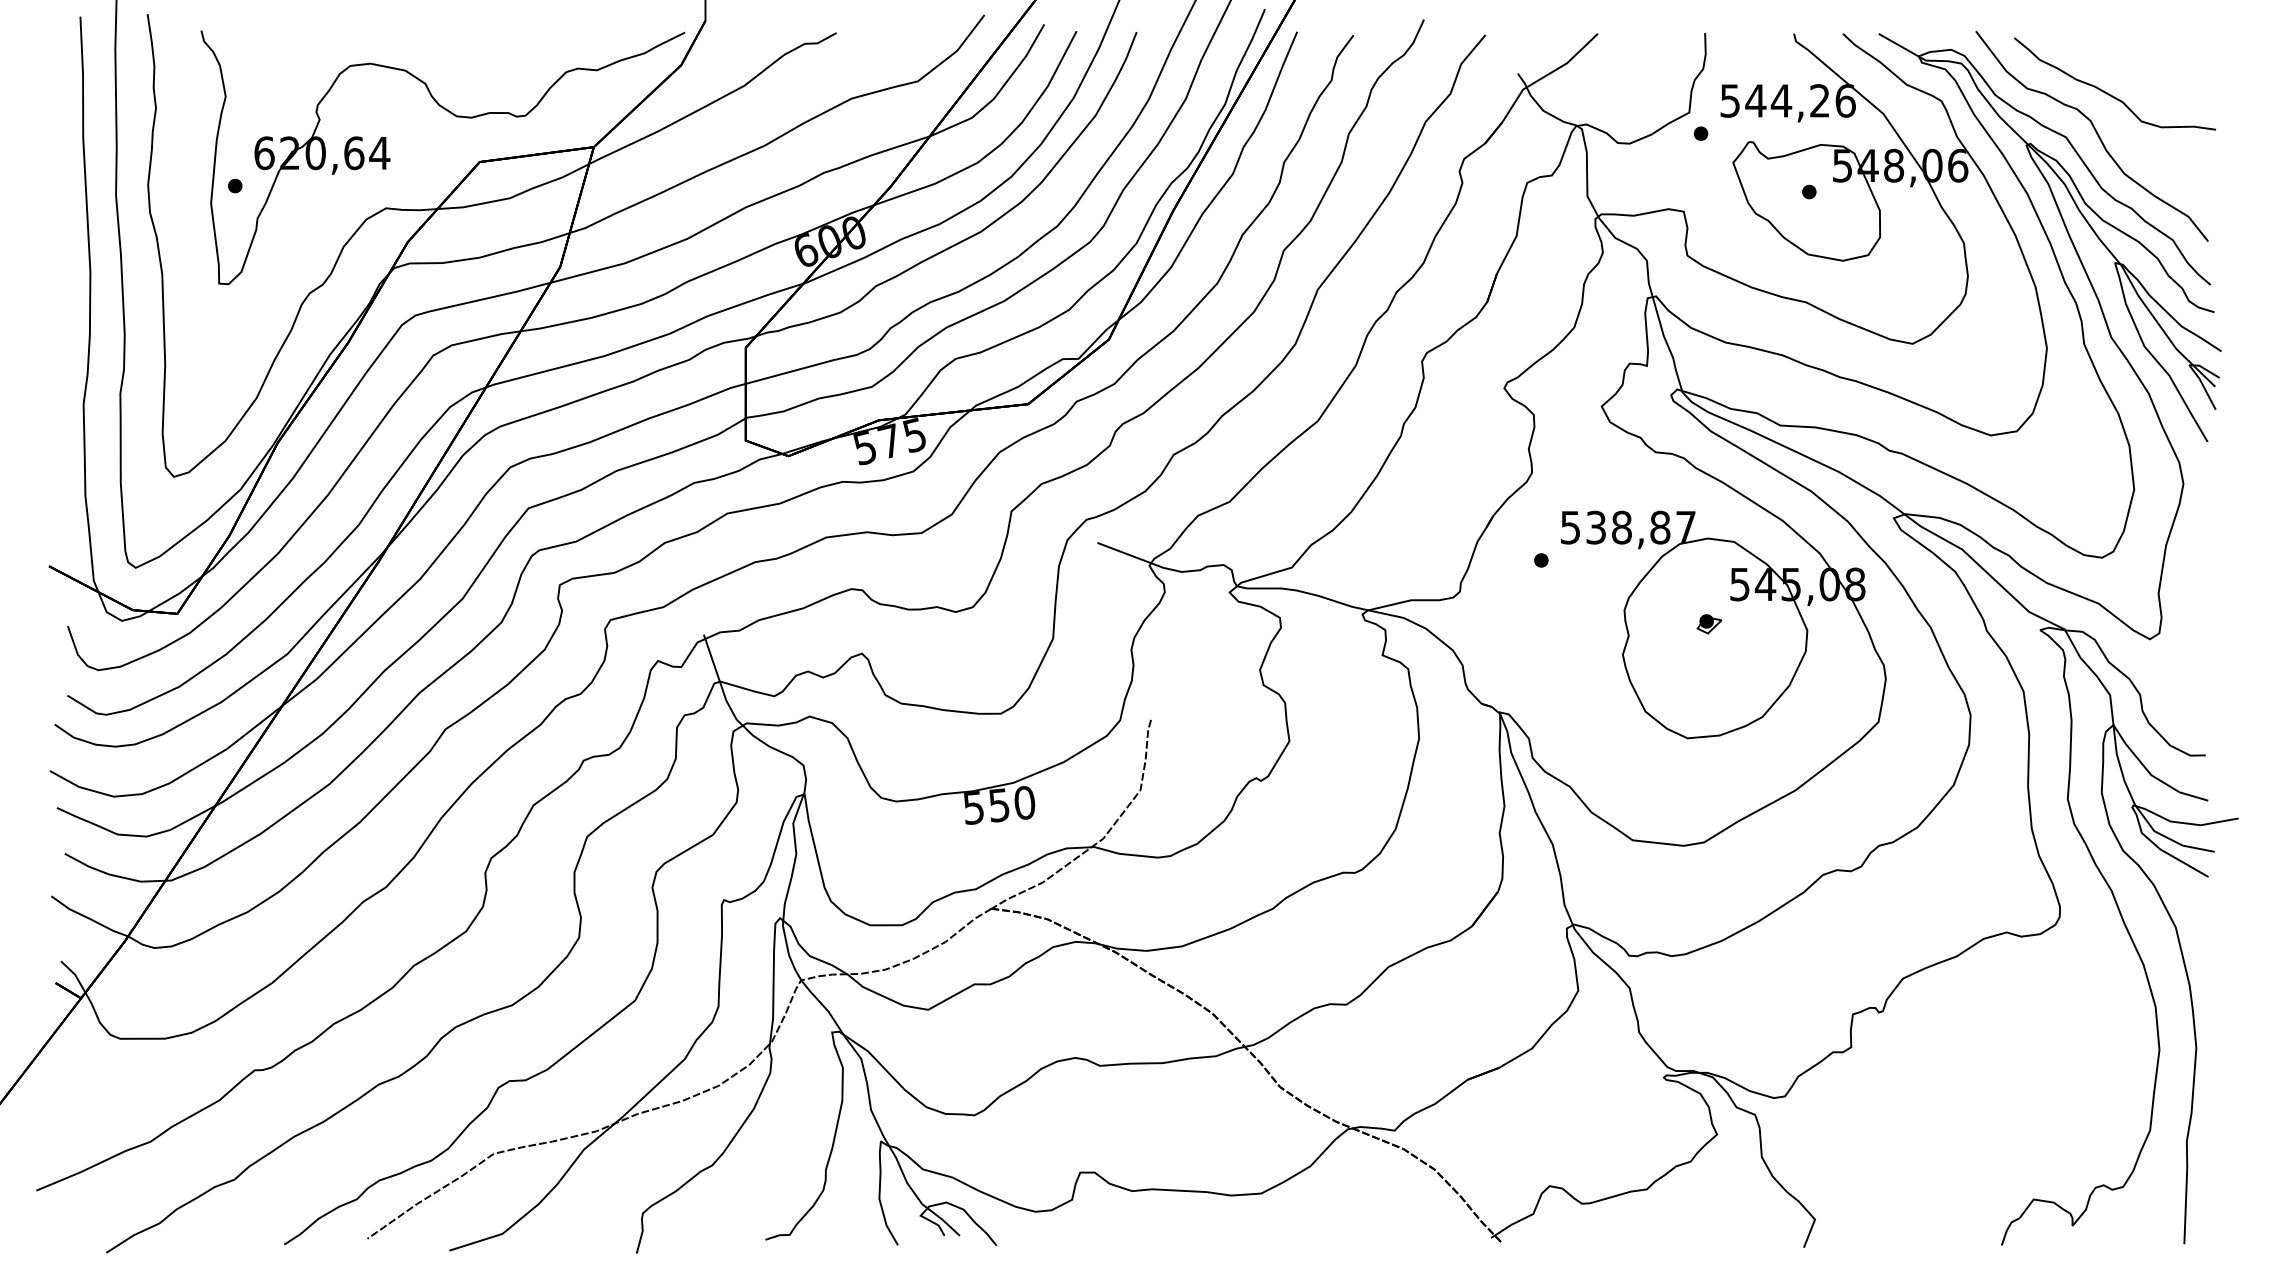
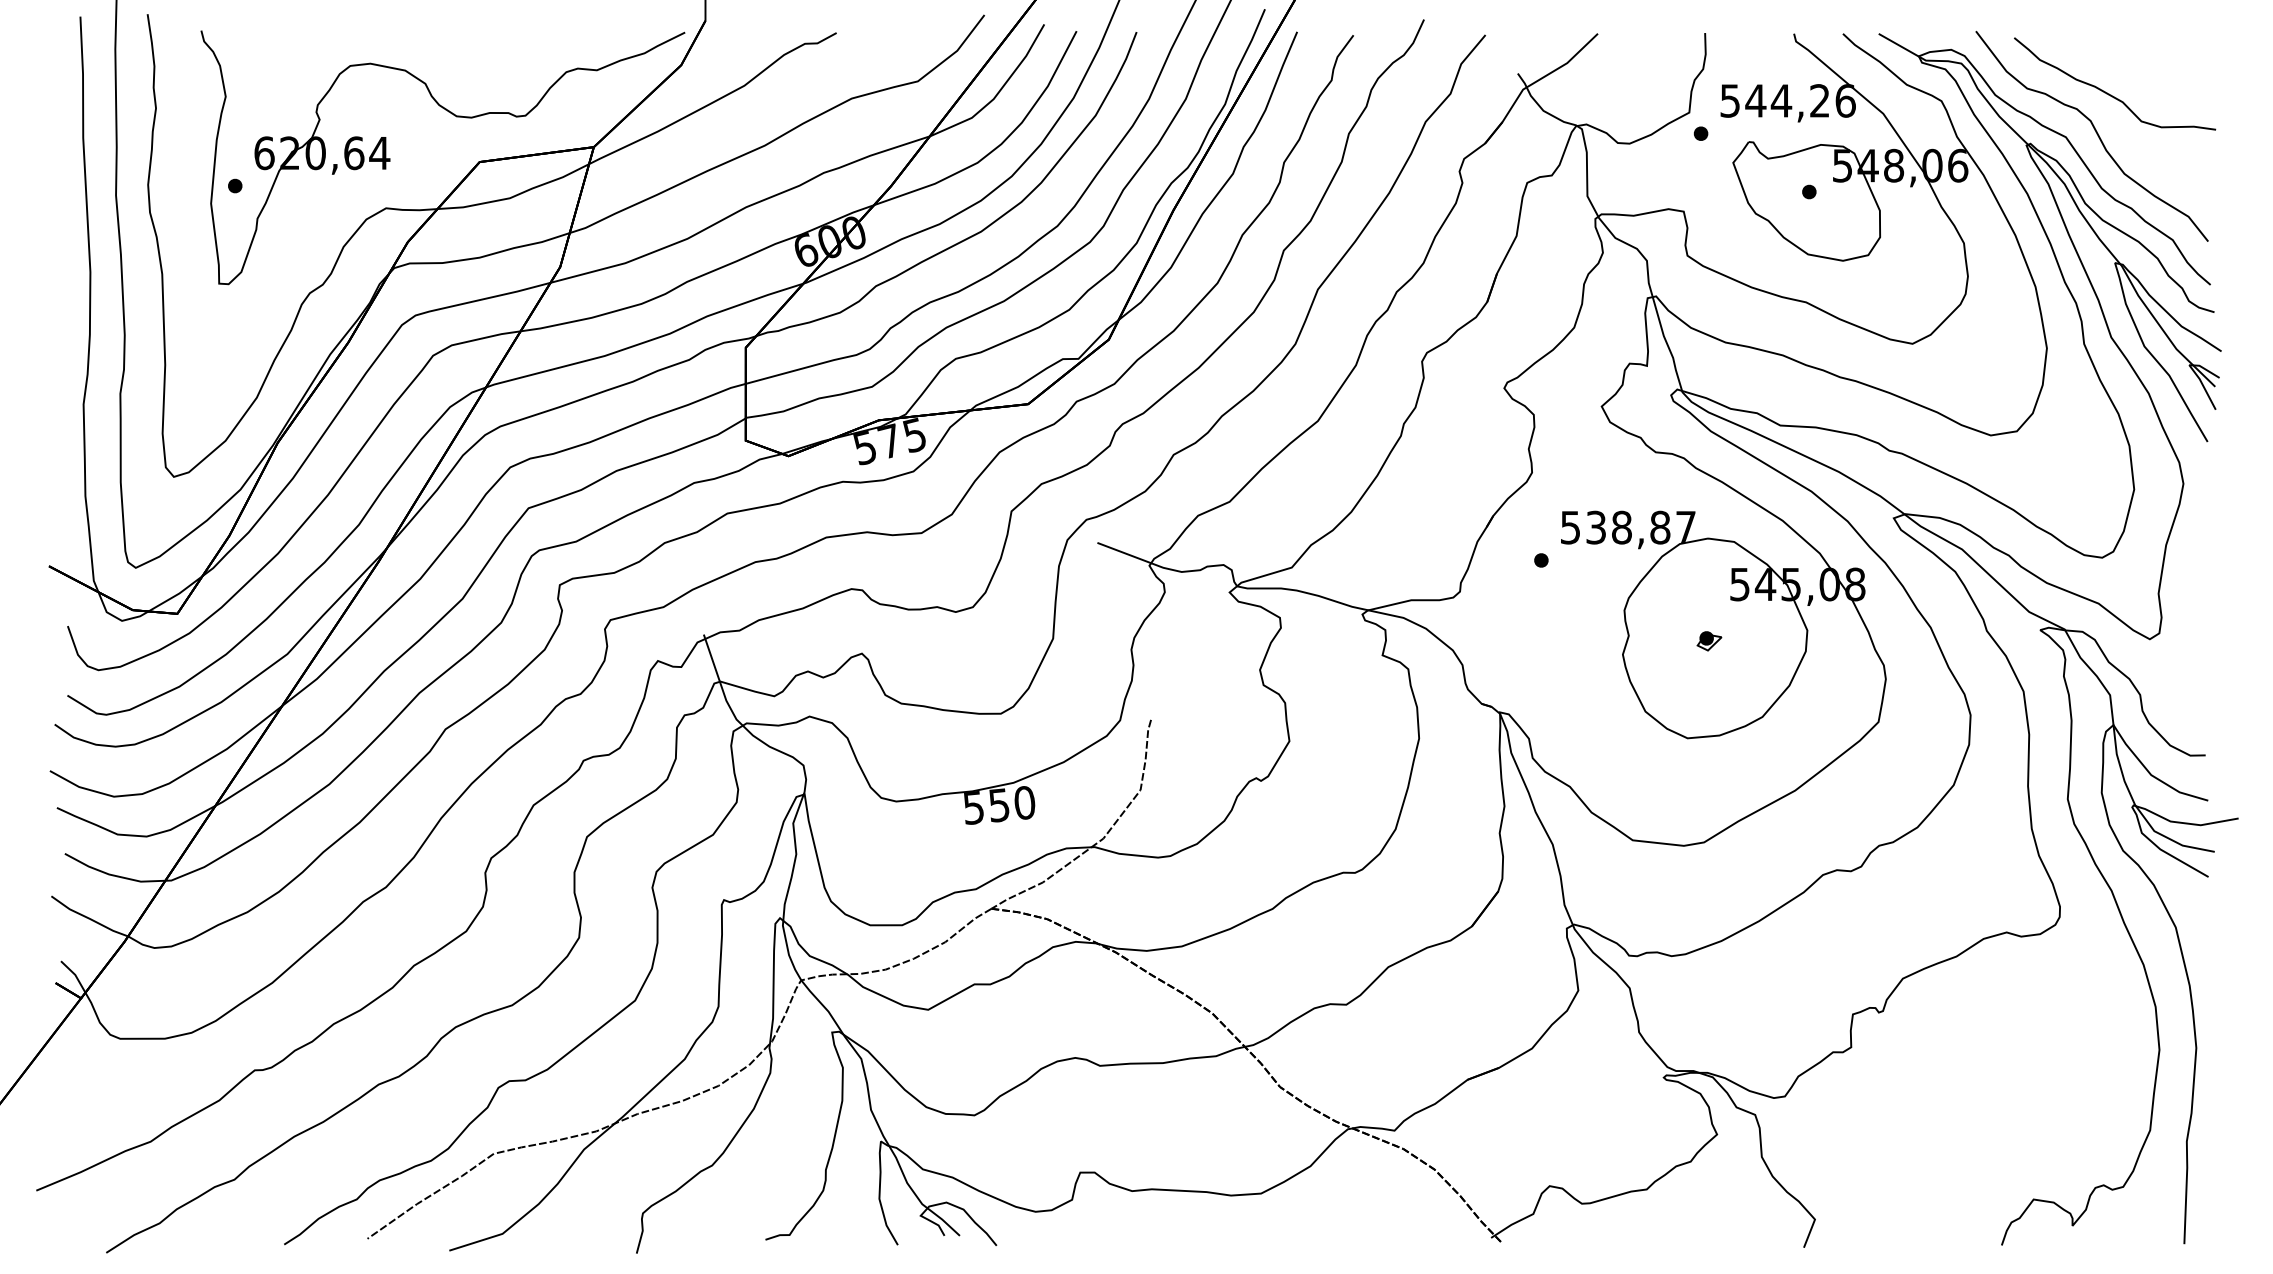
part at (1709, 624) position: (1709, 624) -> (1709, 641)
